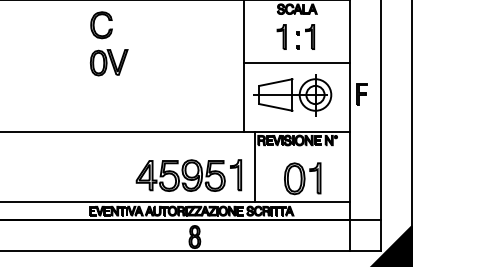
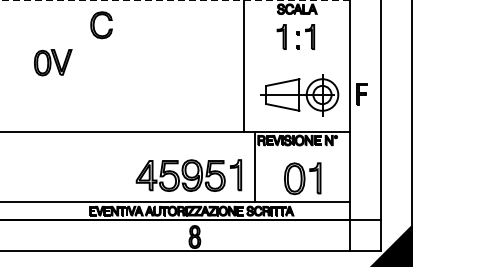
line at (175, 0): solid -> dashed
part at (109, 62) position: (109, 62) -> (53, 62)
line at (296, 63): present -> none
part at (292, 95) position: (292, 95) -> (299, 95)
